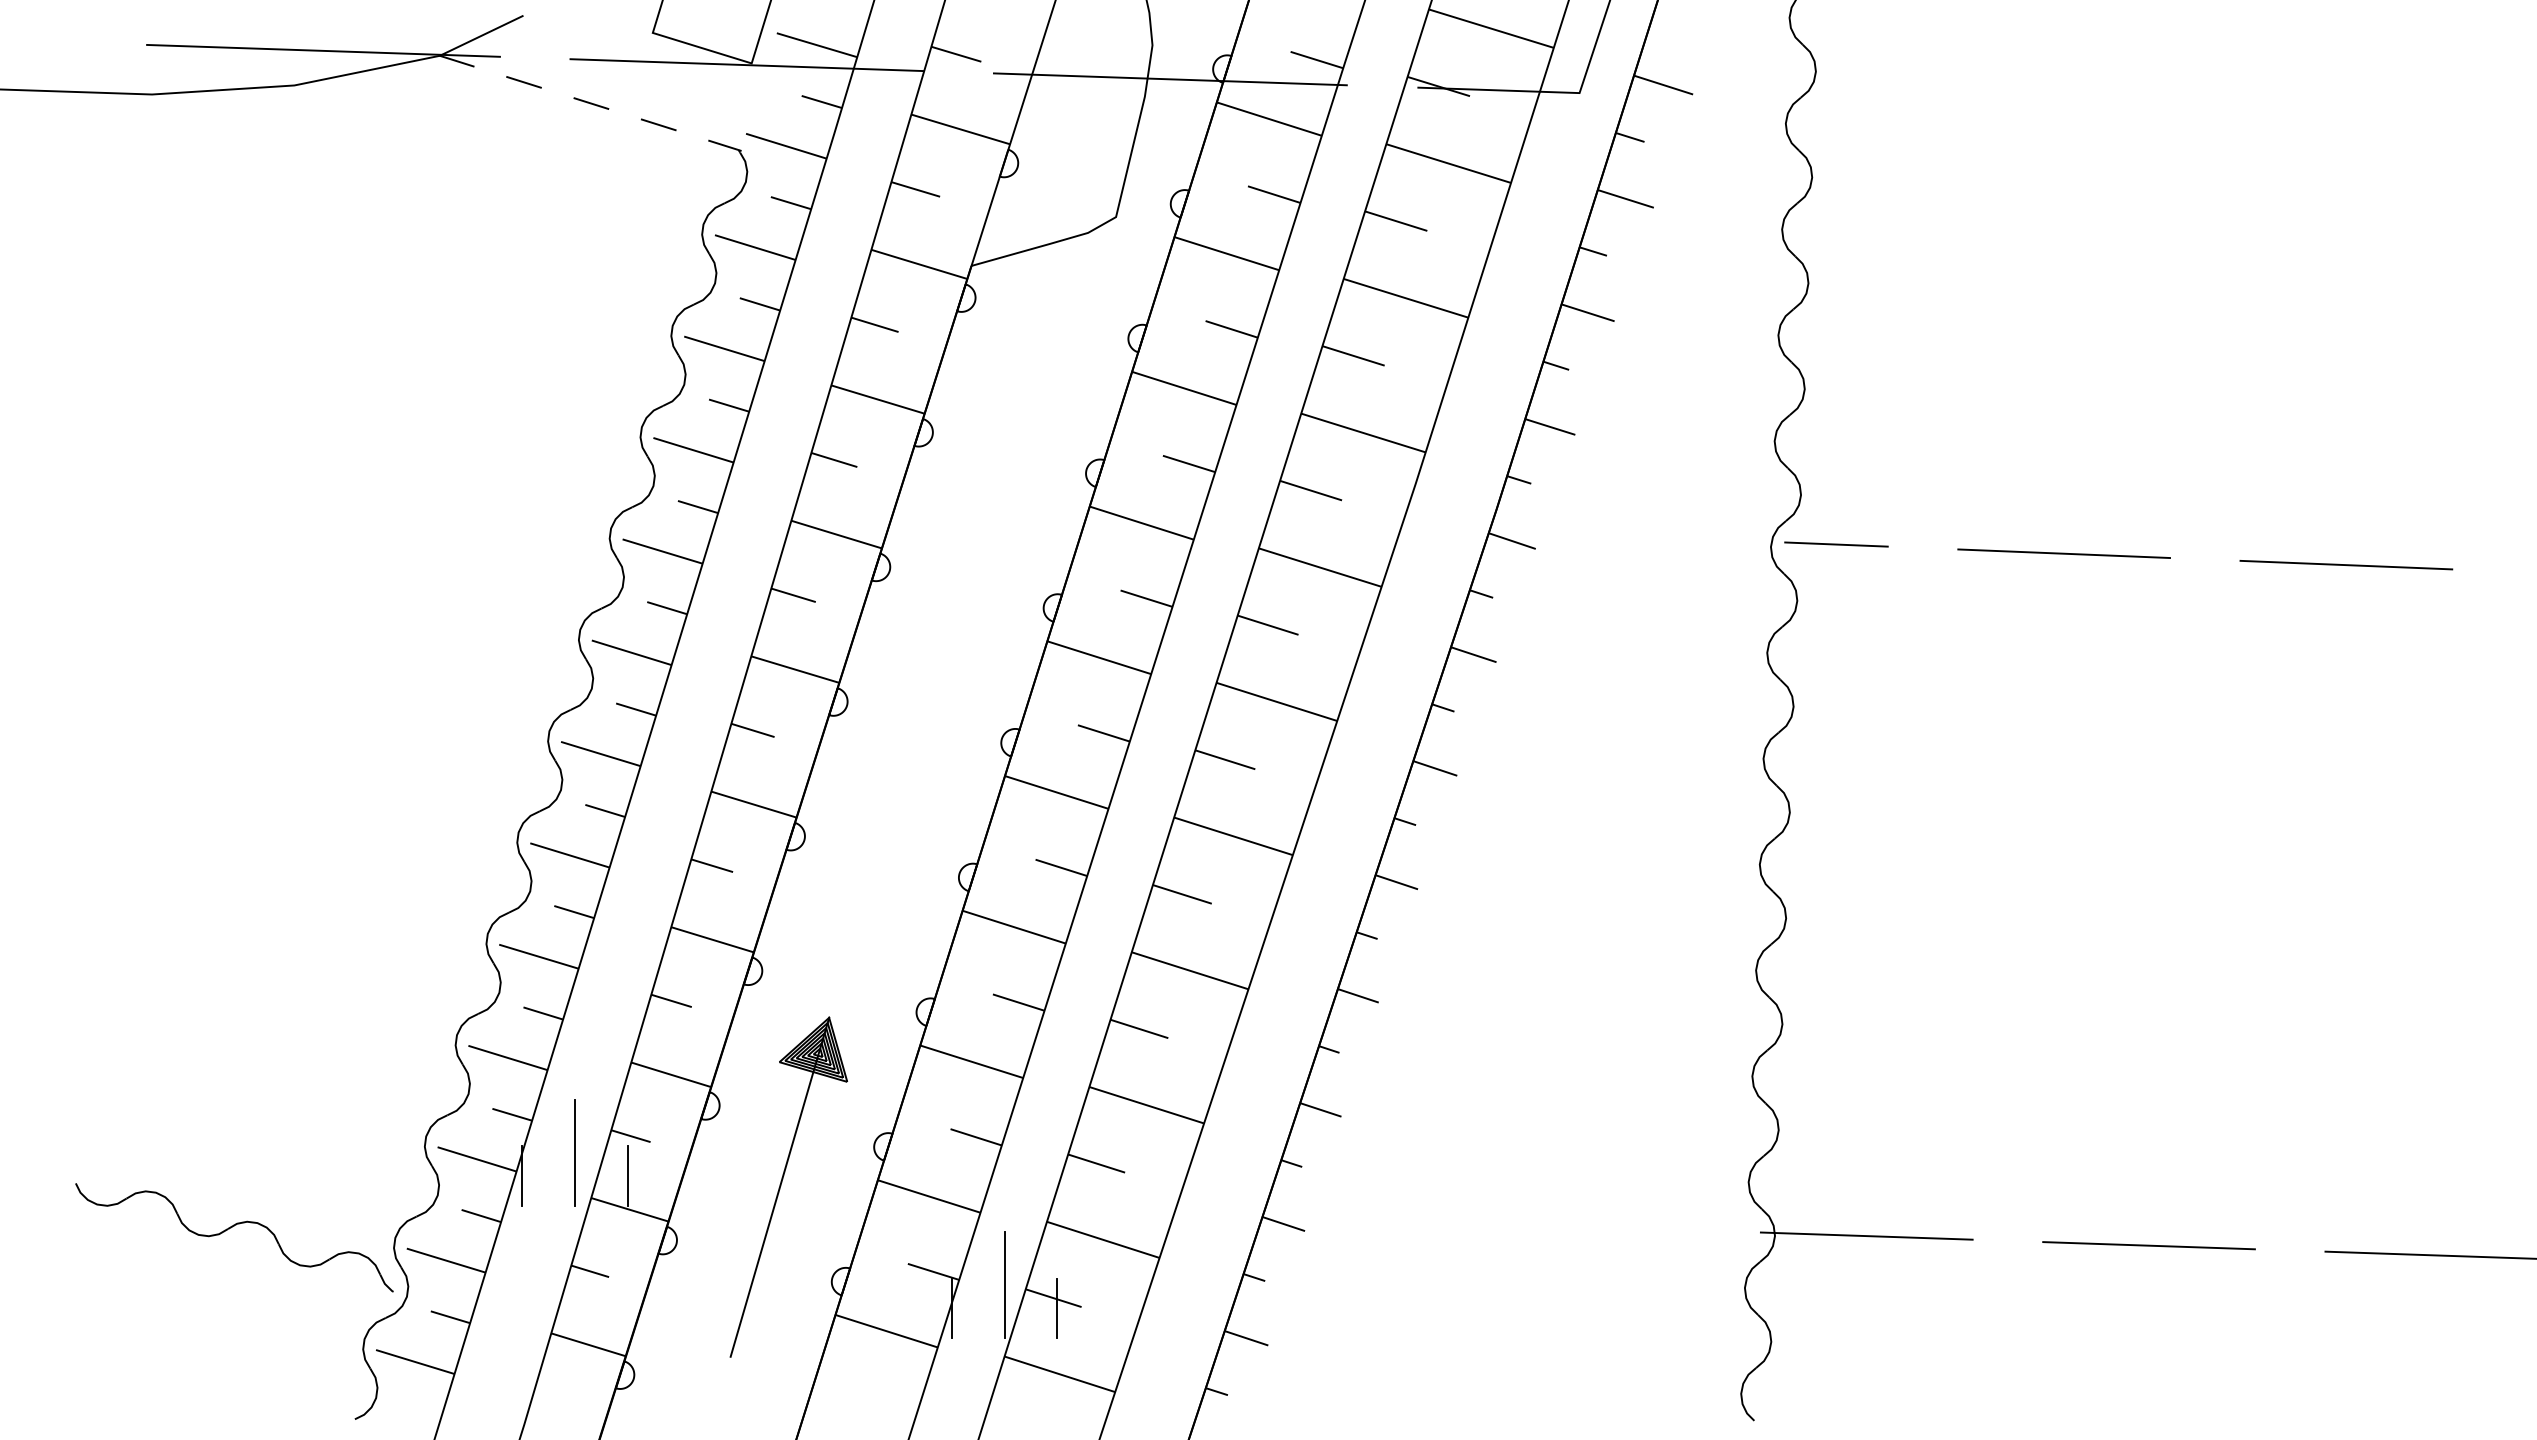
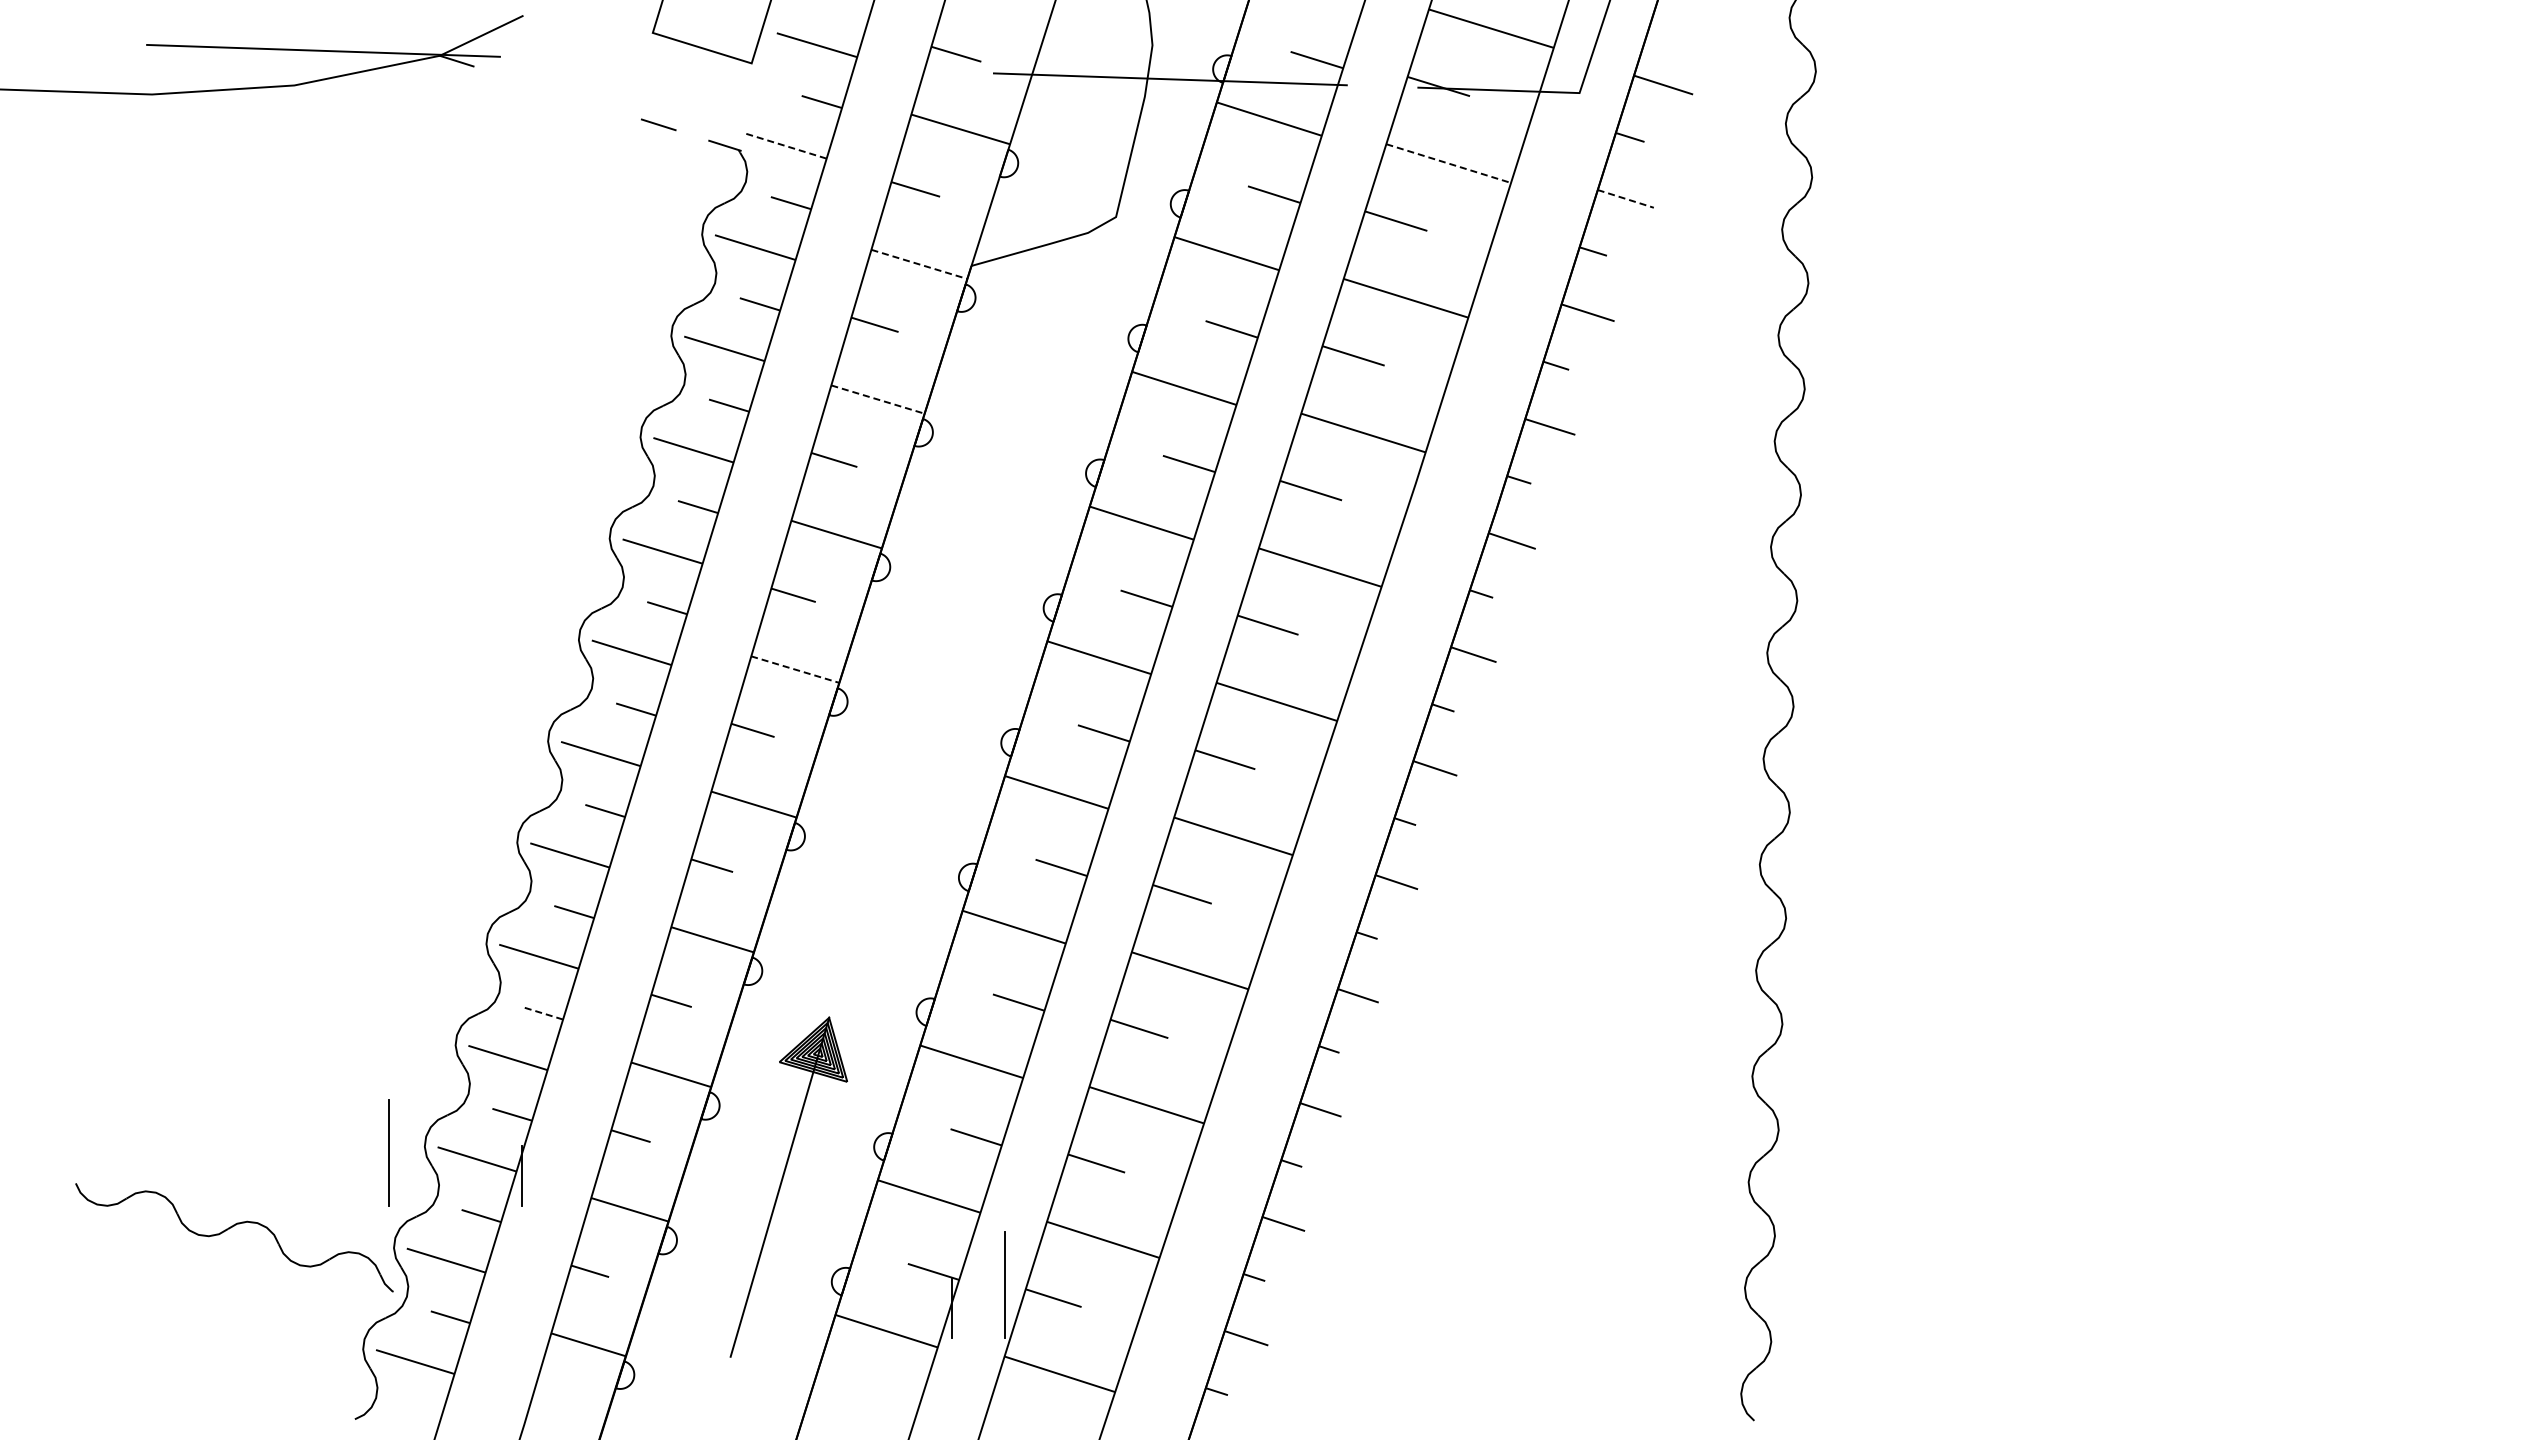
line at (746, 65): present -> none
line at (523, 82): present -> none
line at (591, 103): present -> none
line at (785, 146): solid -> dashed
line at (1449, 163): solid -> dashed
line at (1626, 199): solid -> dashed
line at (919, 264): solid -> dashed
line at (877, 399): solid -> dashed
line at (1836, 544): present -> none
line at (2063, 553): present -> none
line at (2346, 564): present -> none
line at (795, 669): solid -> dashed
line at (543, 1013): solid -> dashed
line at (574, 1152) position: (574, 1152) -> (388, 1152)
line at (628, 1175): present -> none
line at (1866, 1235): present -> none
line at (2148, 1245): present -> none
line at (2429, 1254): present -> none
line at (1057, 1308): present -> none
